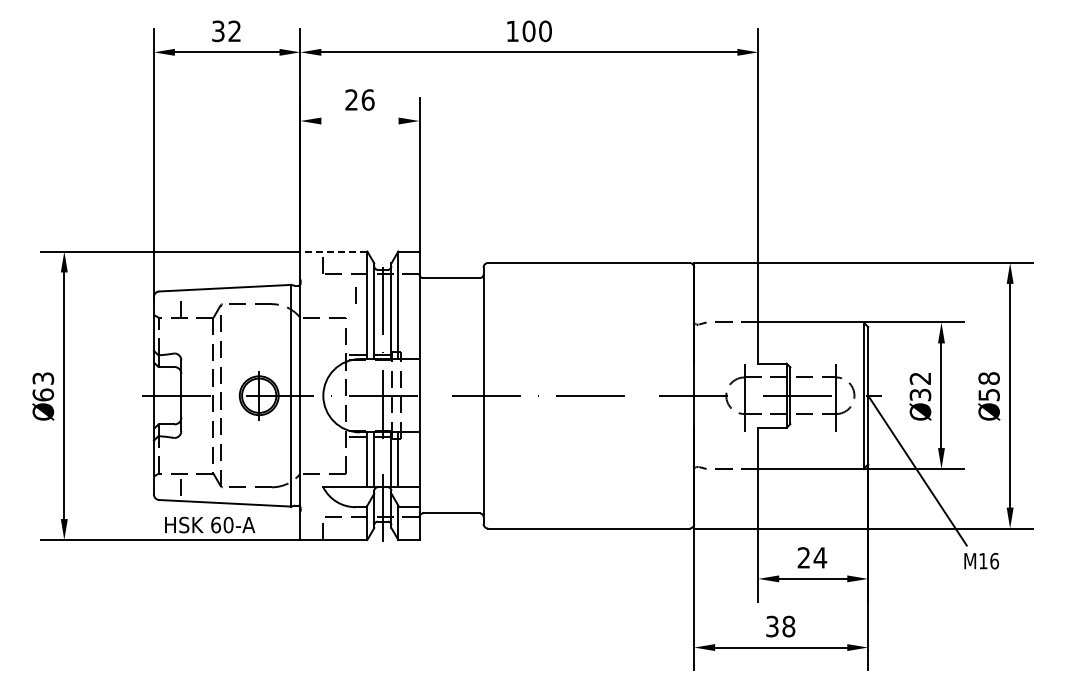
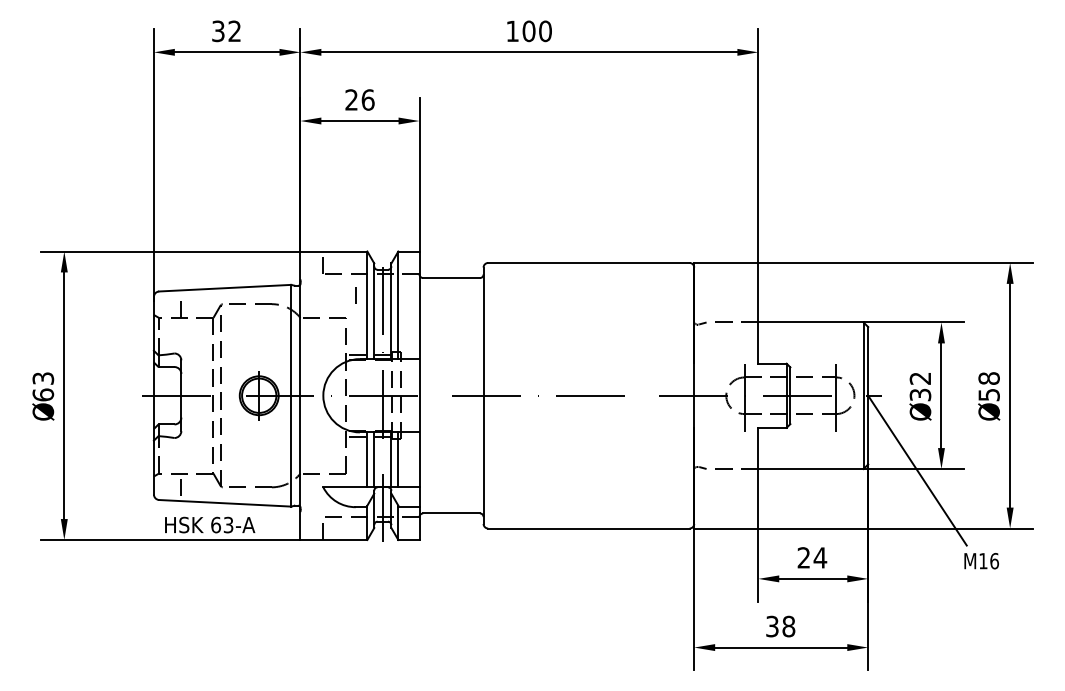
line at (359, 121): none -> present
line at (333, 251): dashed -> solid
text at (228, 524): 60-A -> 63-A
